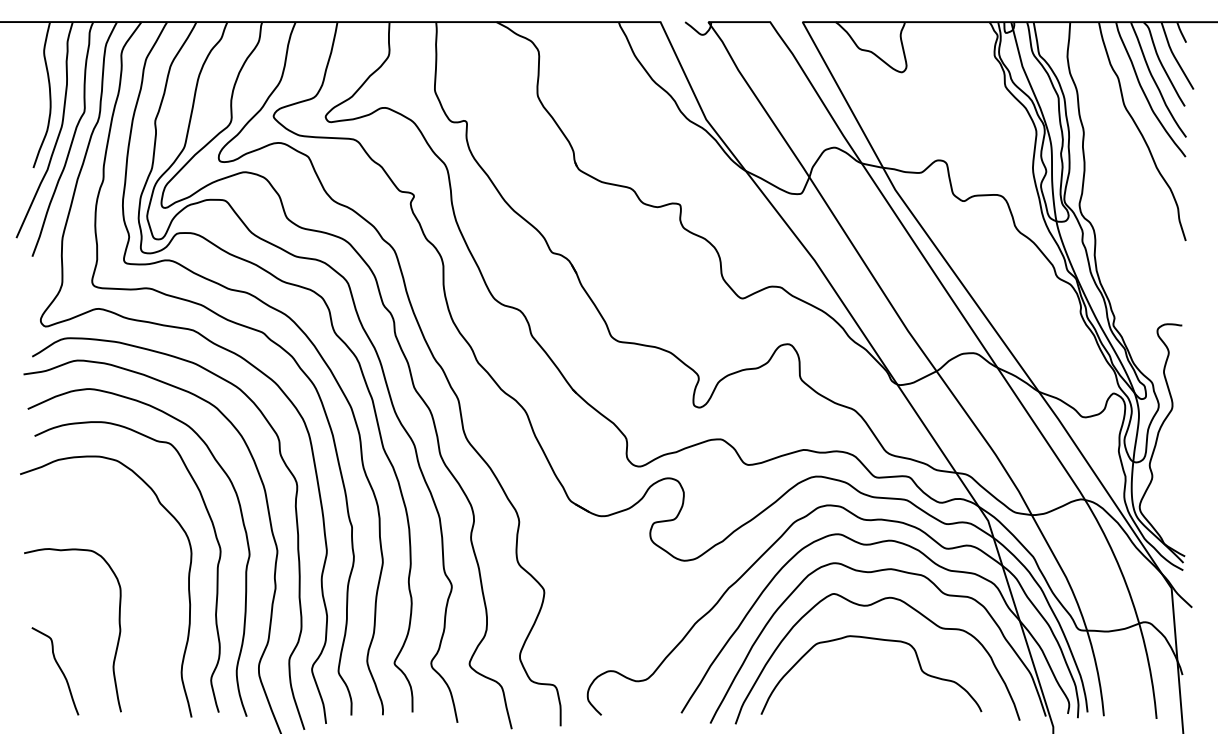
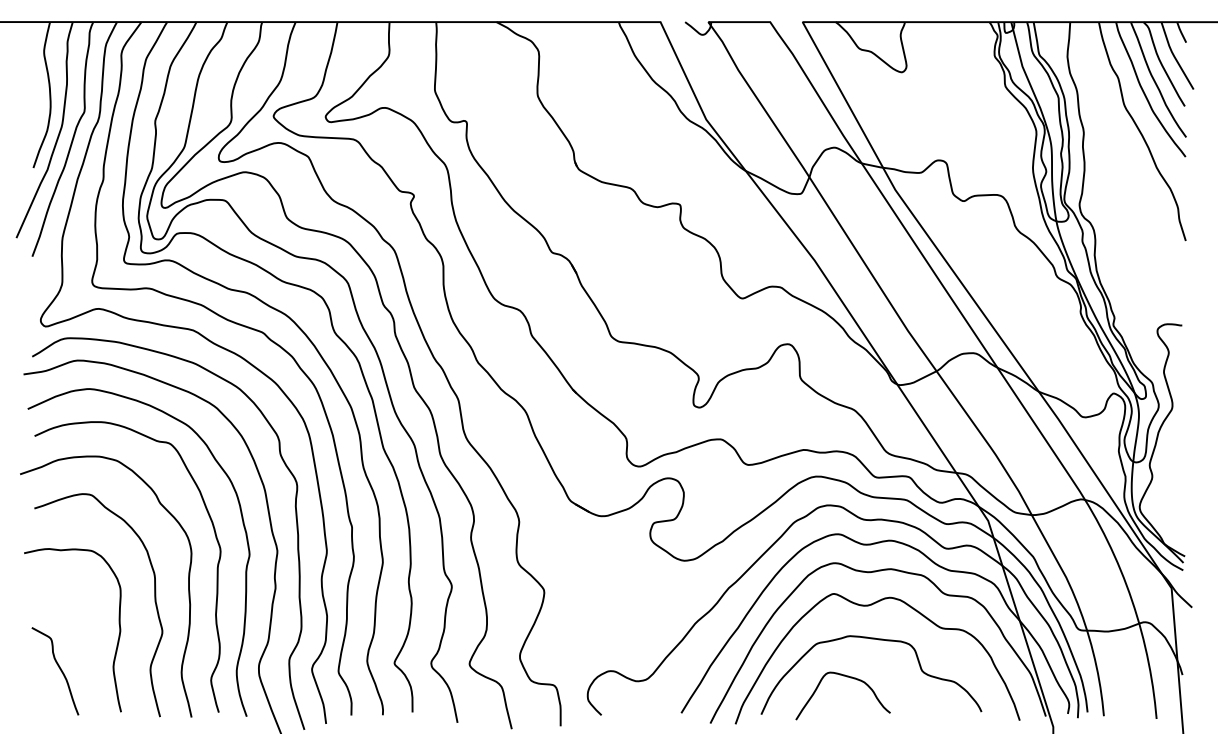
curve at (154, 602): none -> present
curve at (846, 677): none -> present
